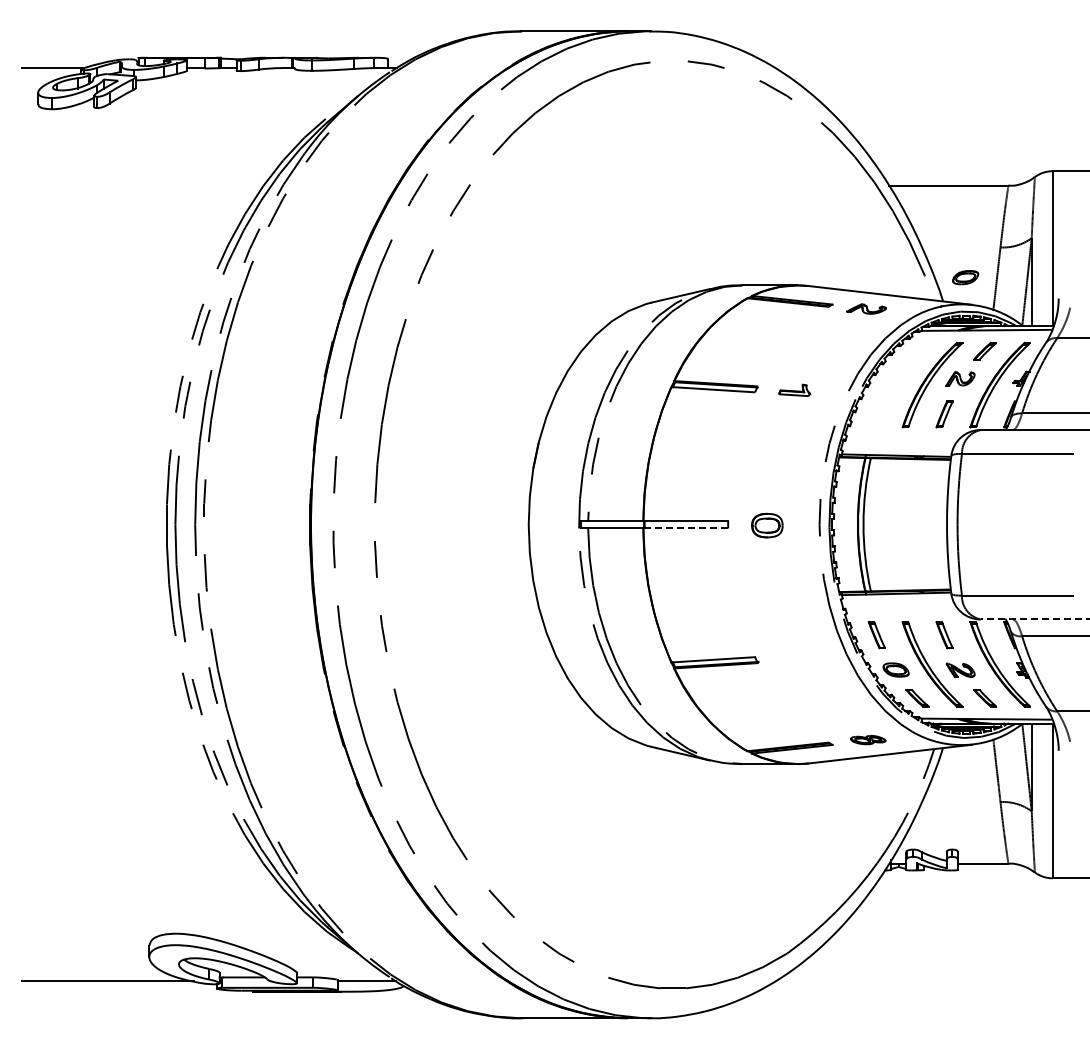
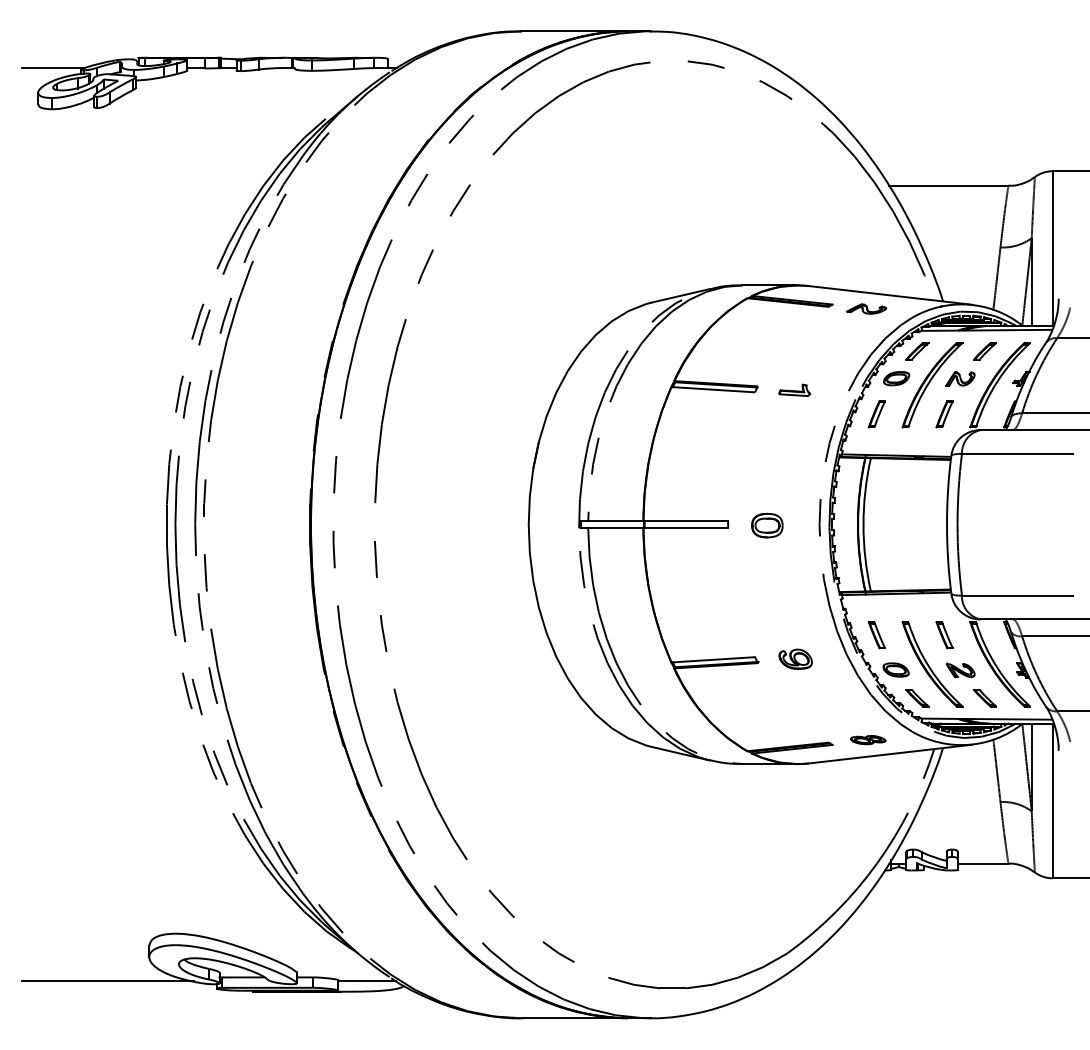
part at (965, 277) position: (965, 277) -> (896, 378)
part at (917, 351): none -> present
part at (876, 414): none -> present
line at (685, 528): dashed -> solid
line at (1035, 619): dashed -> solid
part at (795, 658): none -> present
